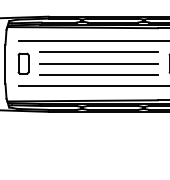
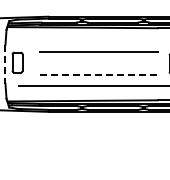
line at (92, 41): present -> none
part at (23, 63) position: (23, 63) -> (17, 62)
line at (99, 63): present -> none
line at (5, 64): solid -> dashed
line at (99, 74): solid -> dashed
